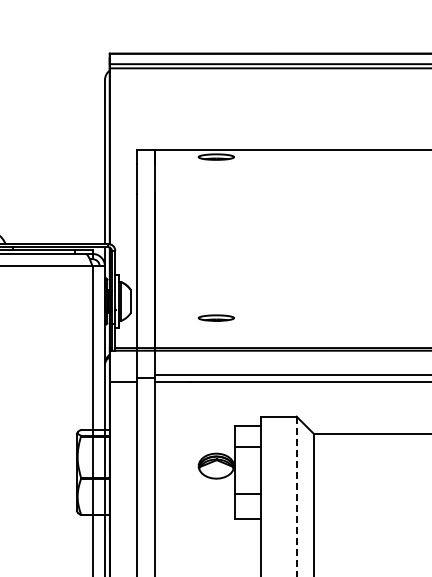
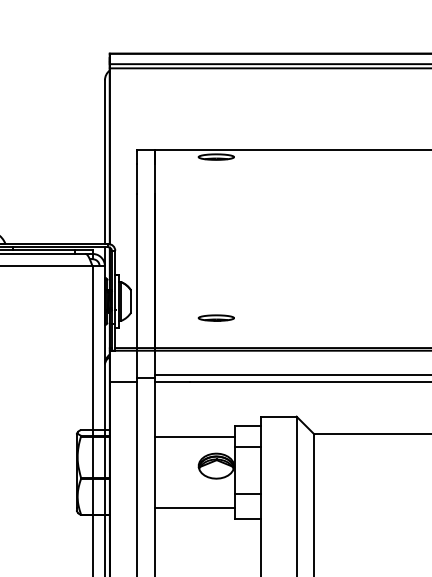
line at (194, 436): none -> present
line at (296, 496): dashed -> solid
line at (194, 507): none -> present
